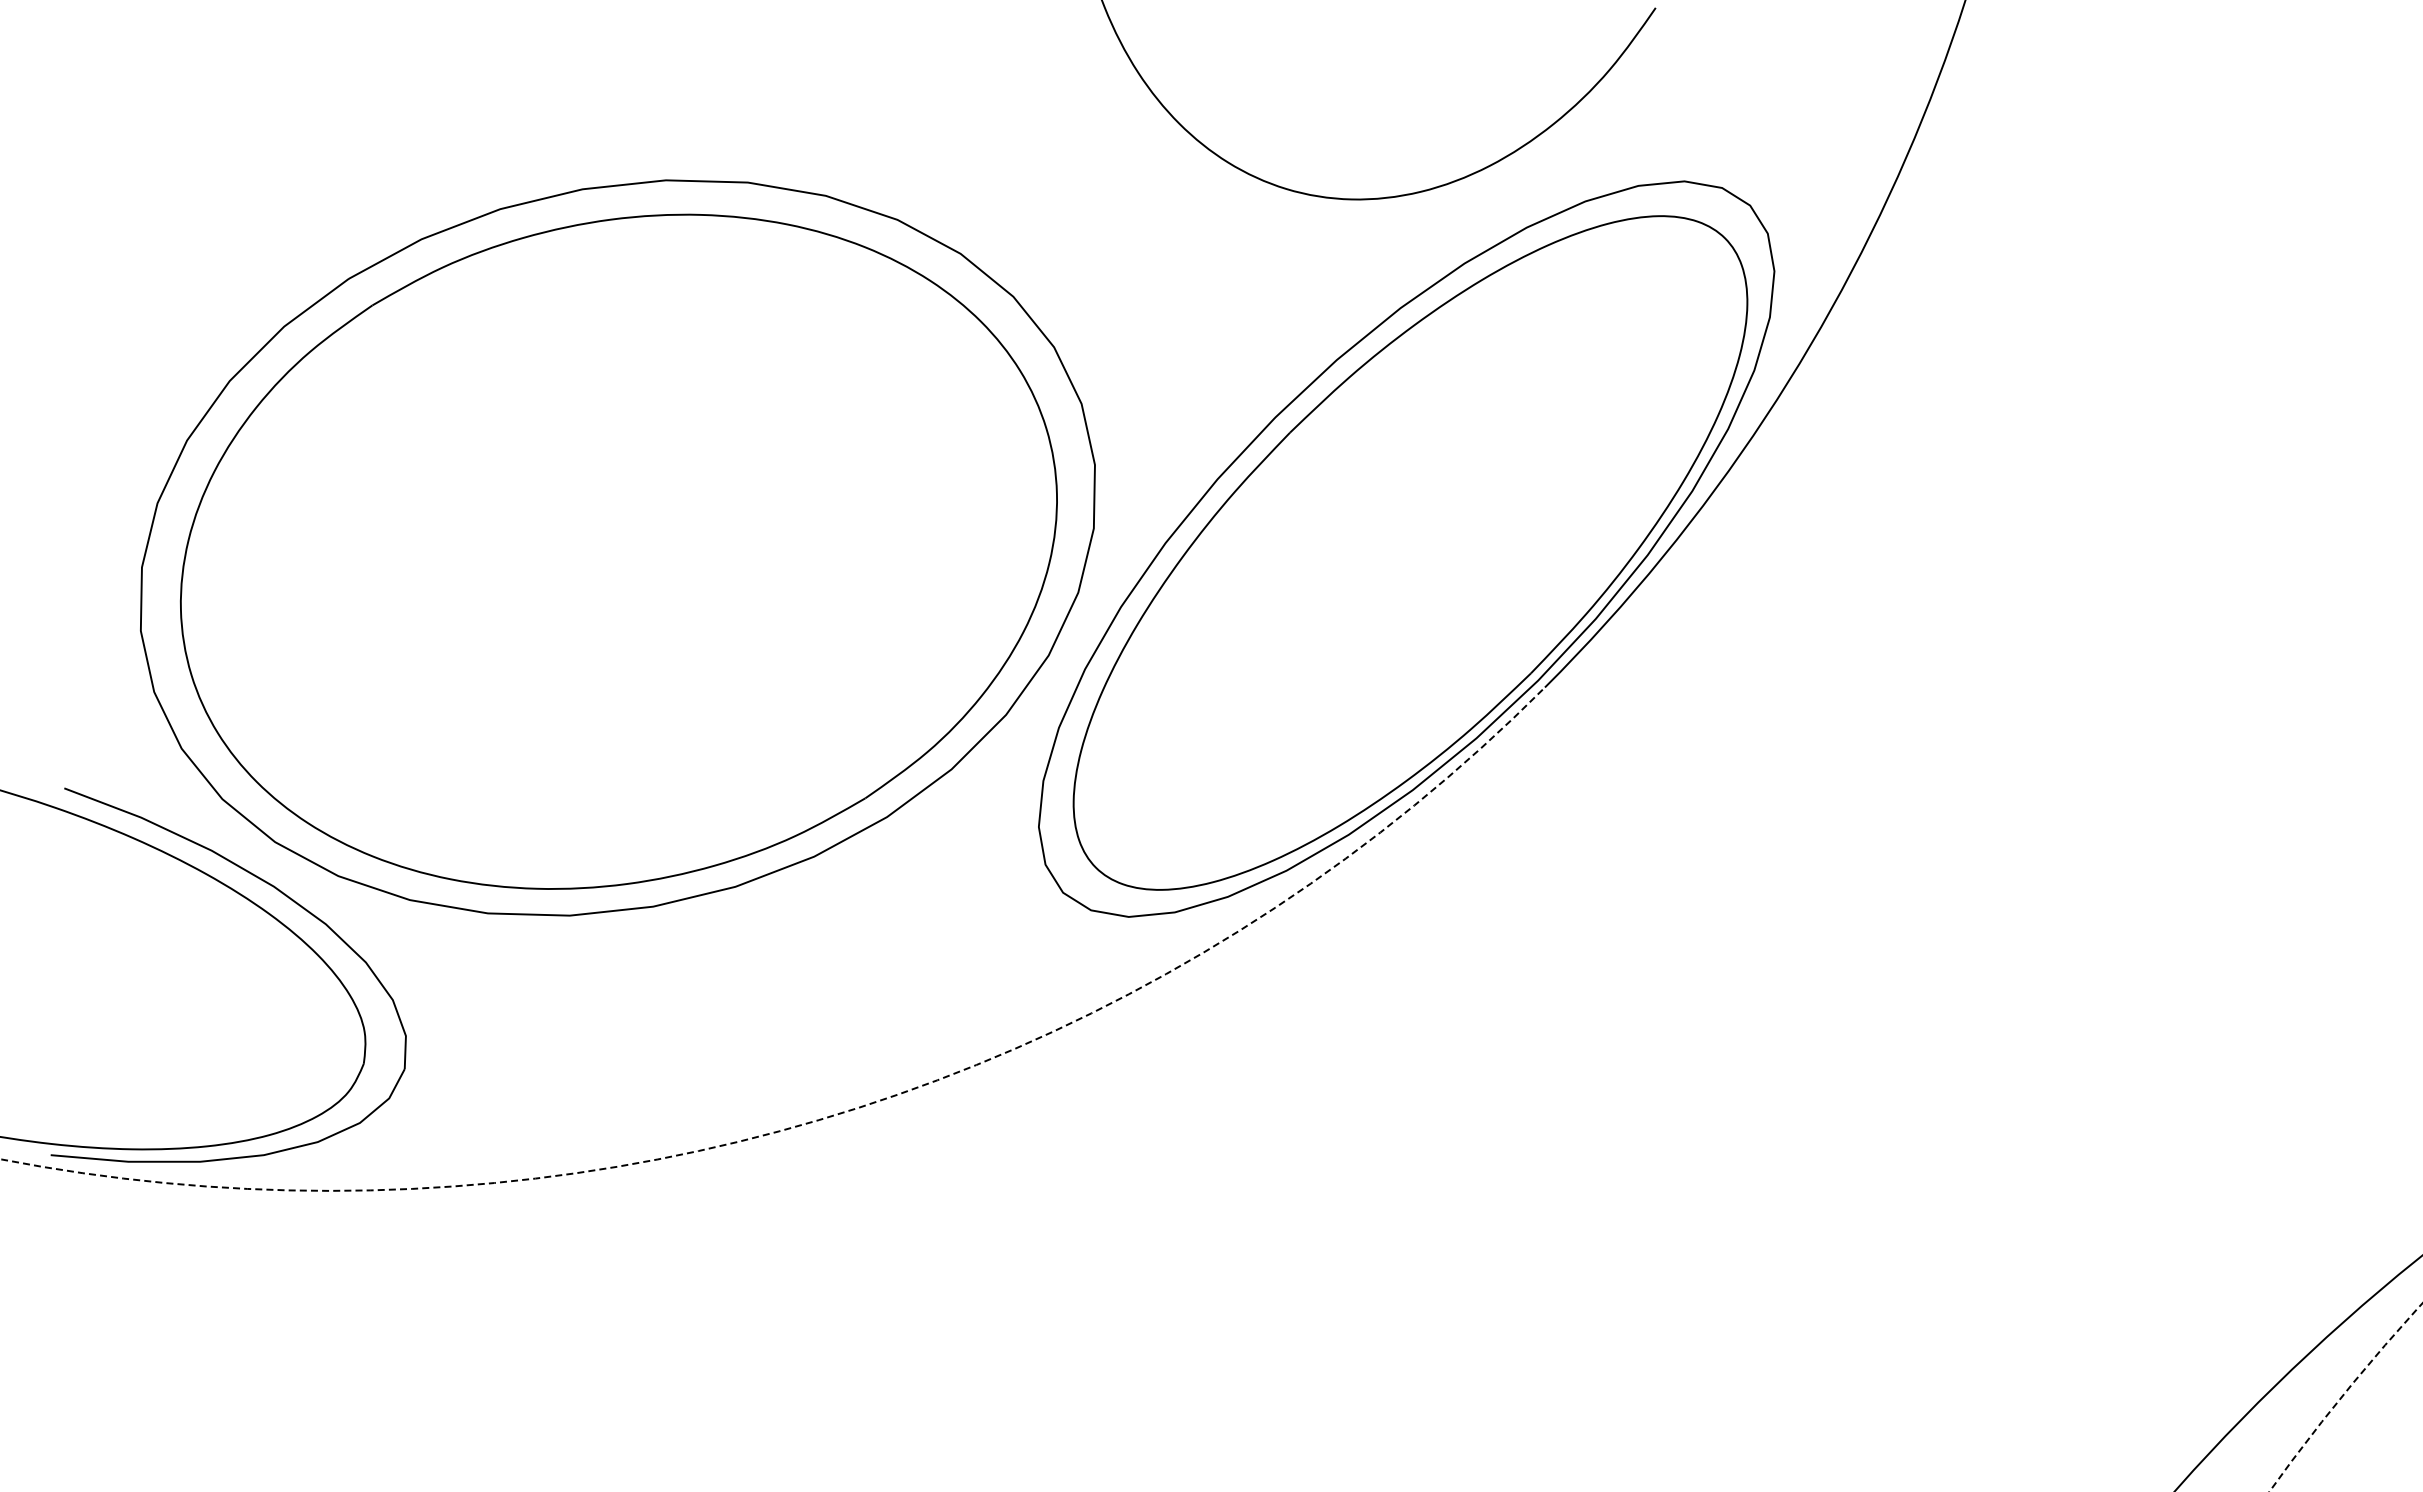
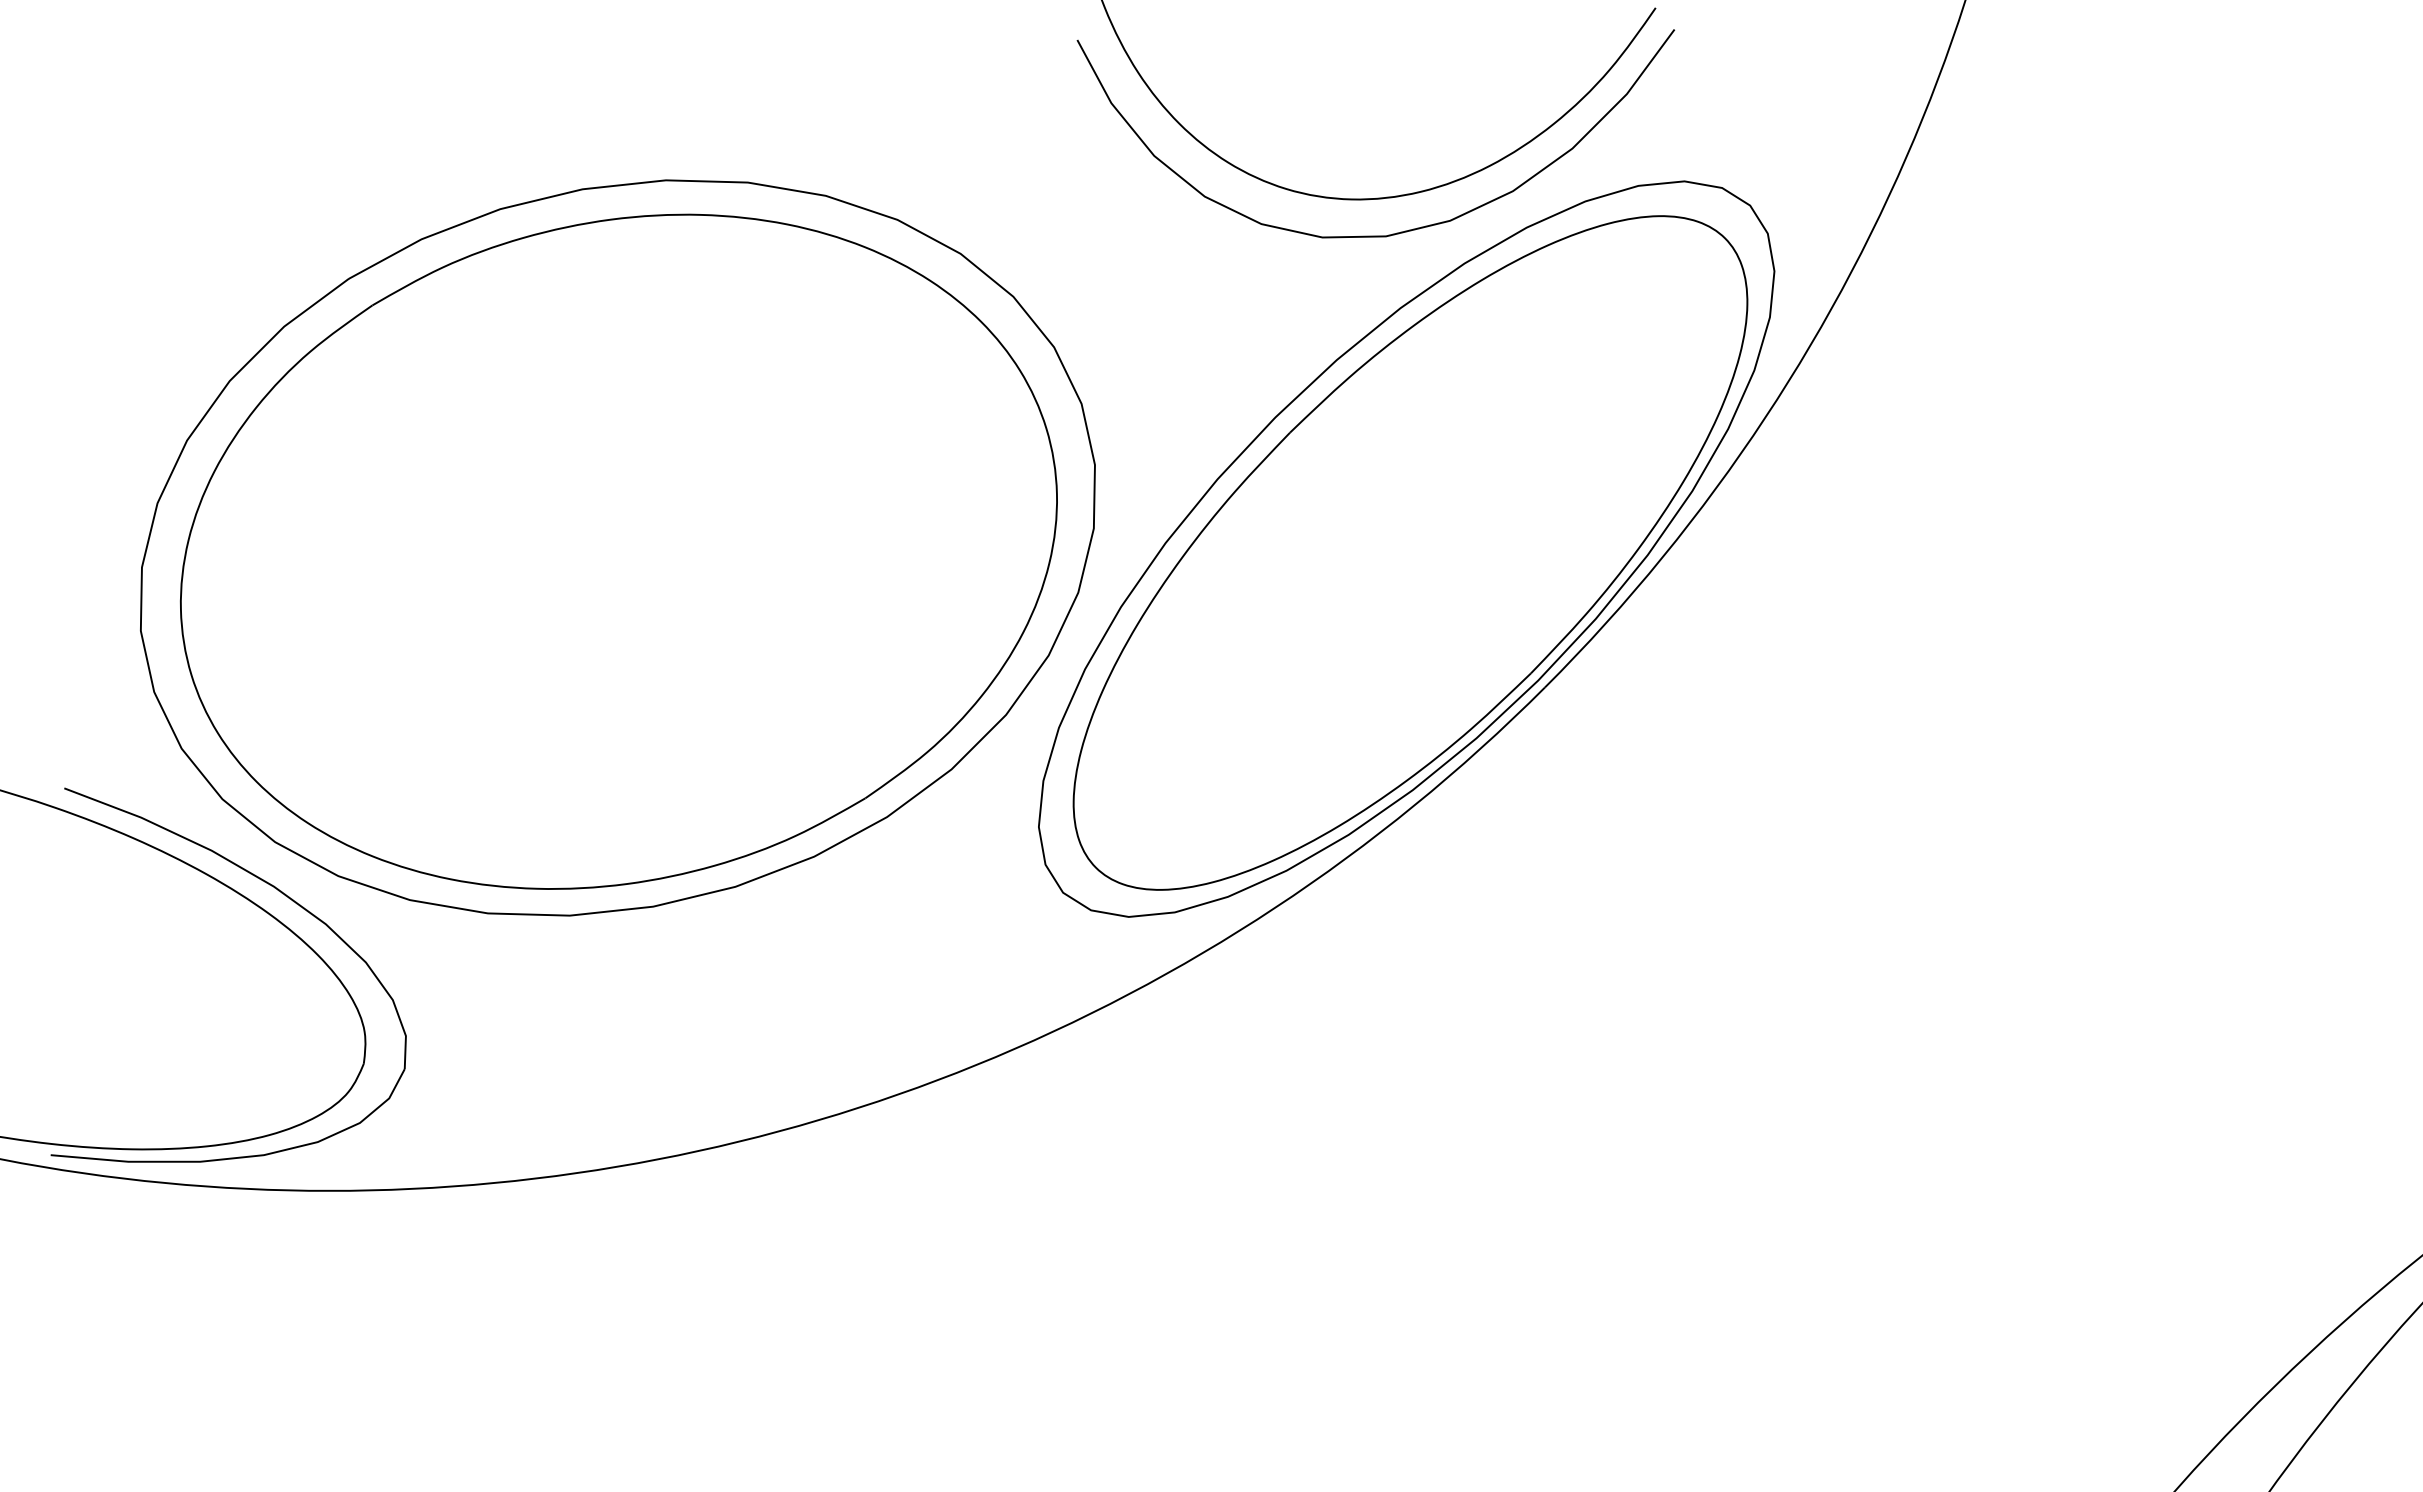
curve at (1400, 231): none -> present
arc at (828, 1117): dashed -> solid
arc at (2343, 1394): dashed -> solid
